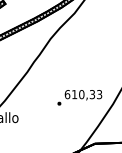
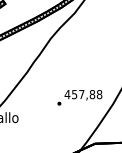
text at (83, 94): 610,33 -> 457,88
